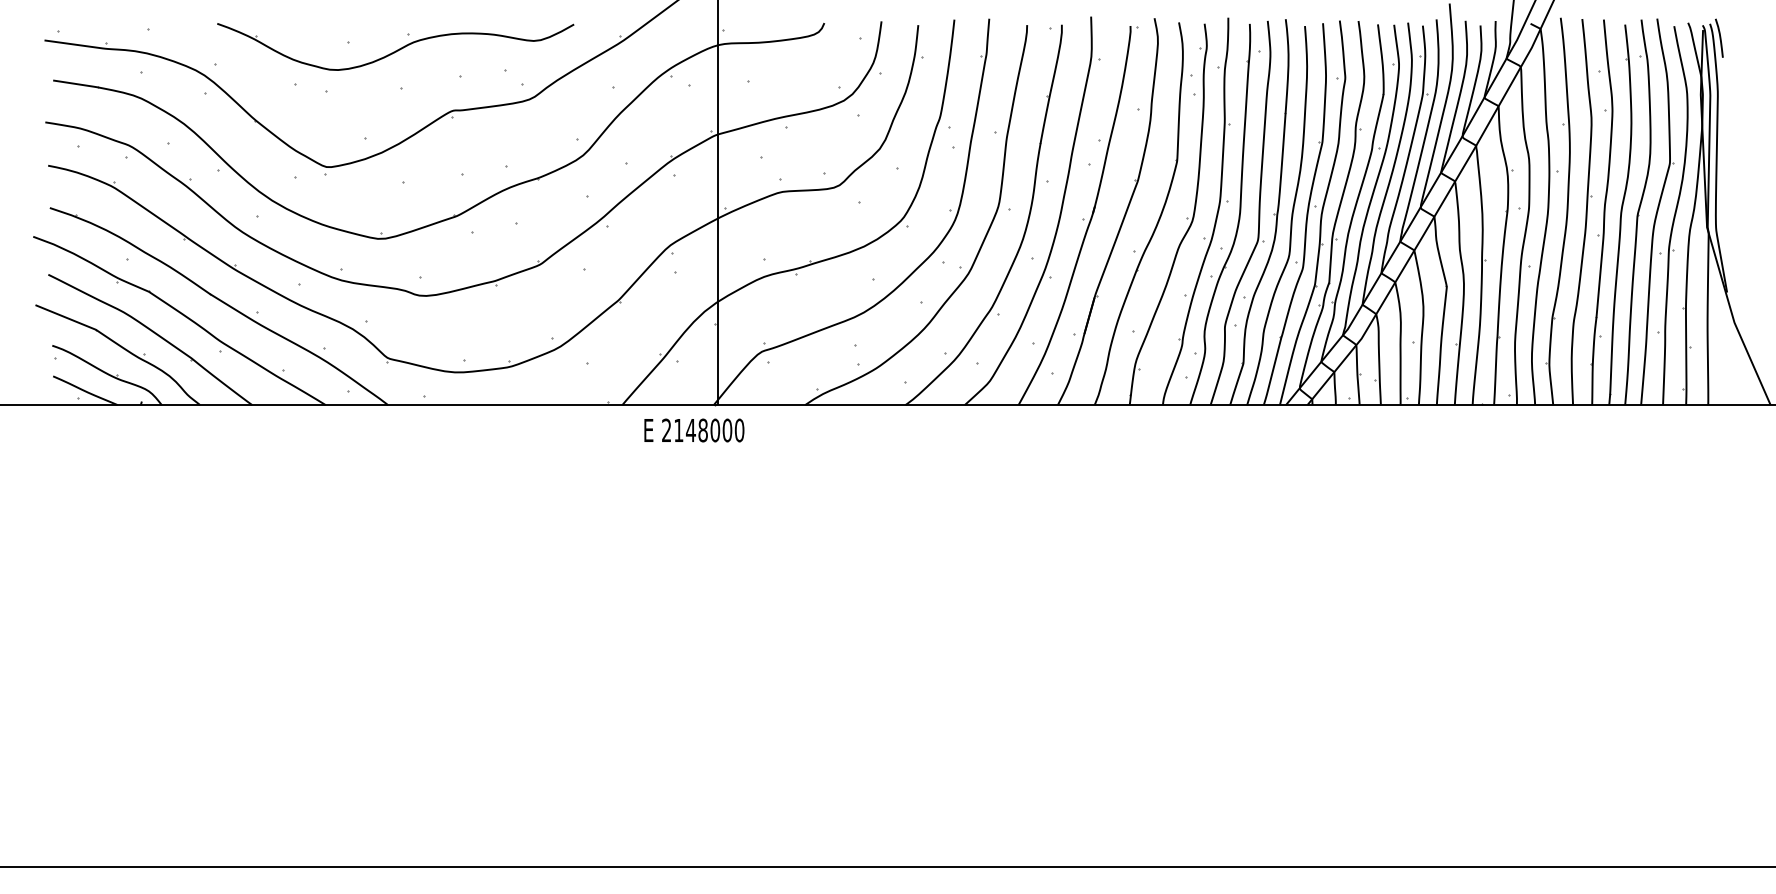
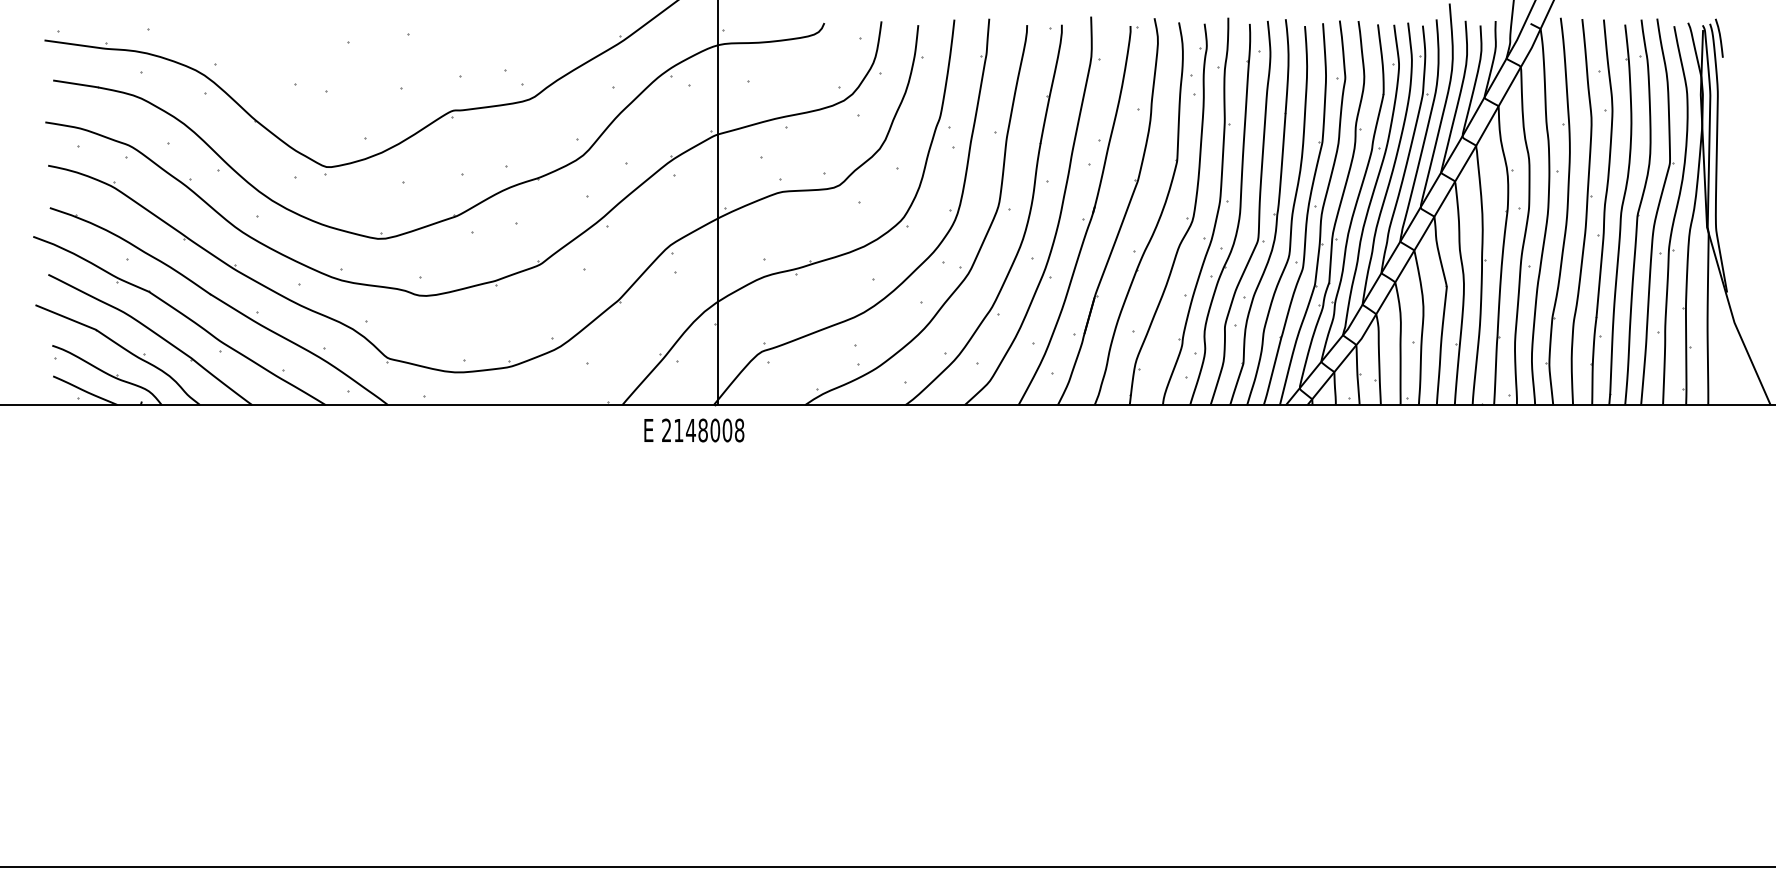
part at (395, 46): present -> none
text at (739, 430): 2148000 -> 2148008
